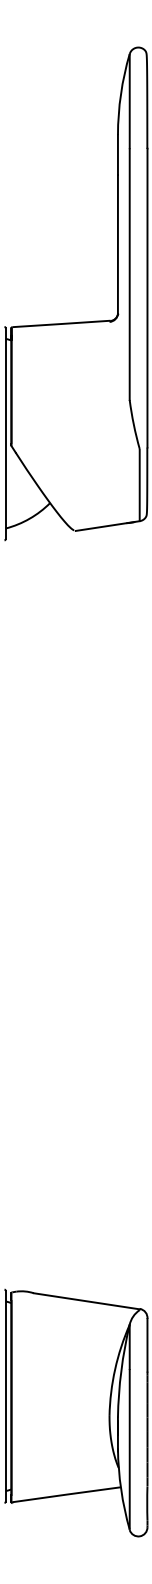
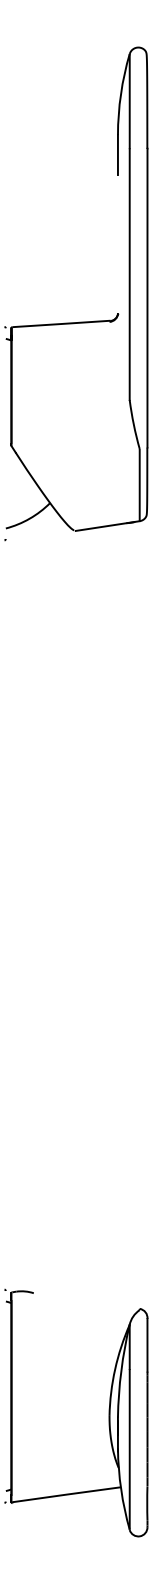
line at (117, 244): present -> none
line at (5, 433): present -> none
line at (86, 1301): present -> none
line at (5, 1395): present -> none
